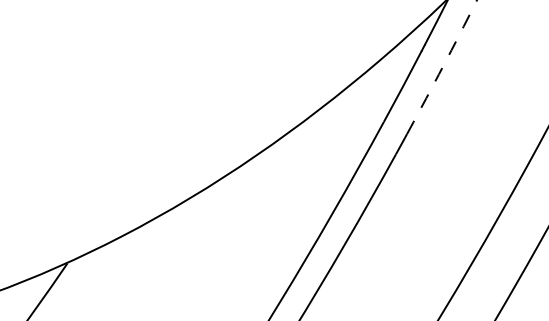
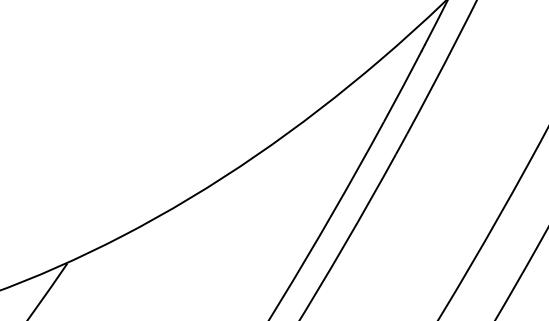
arc at (442, 67): dashed -> solid
